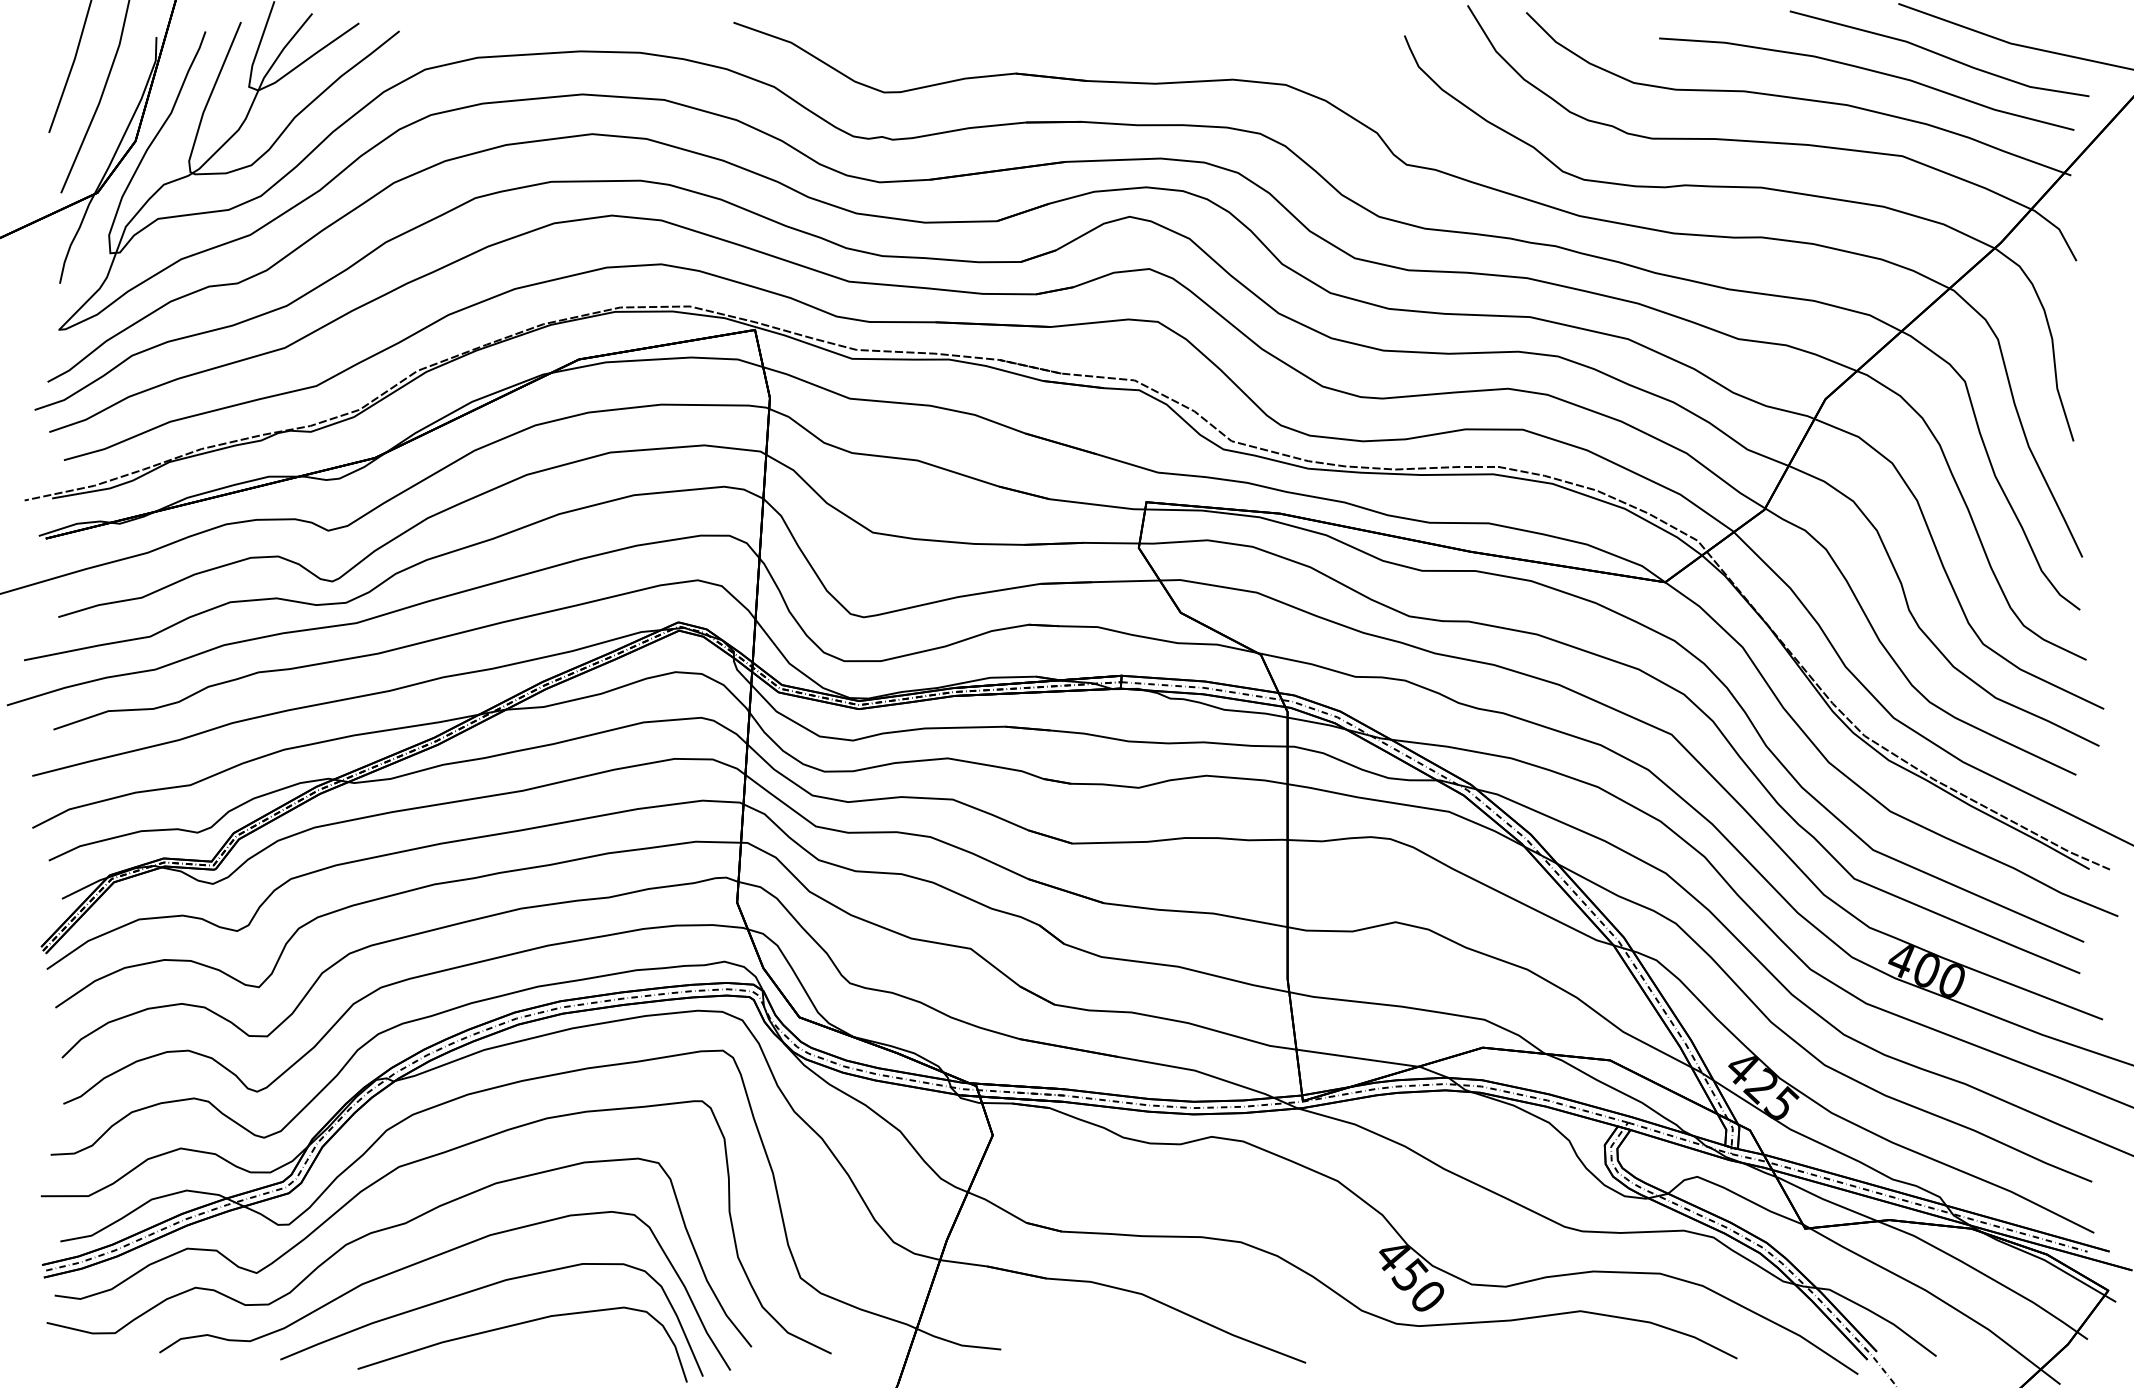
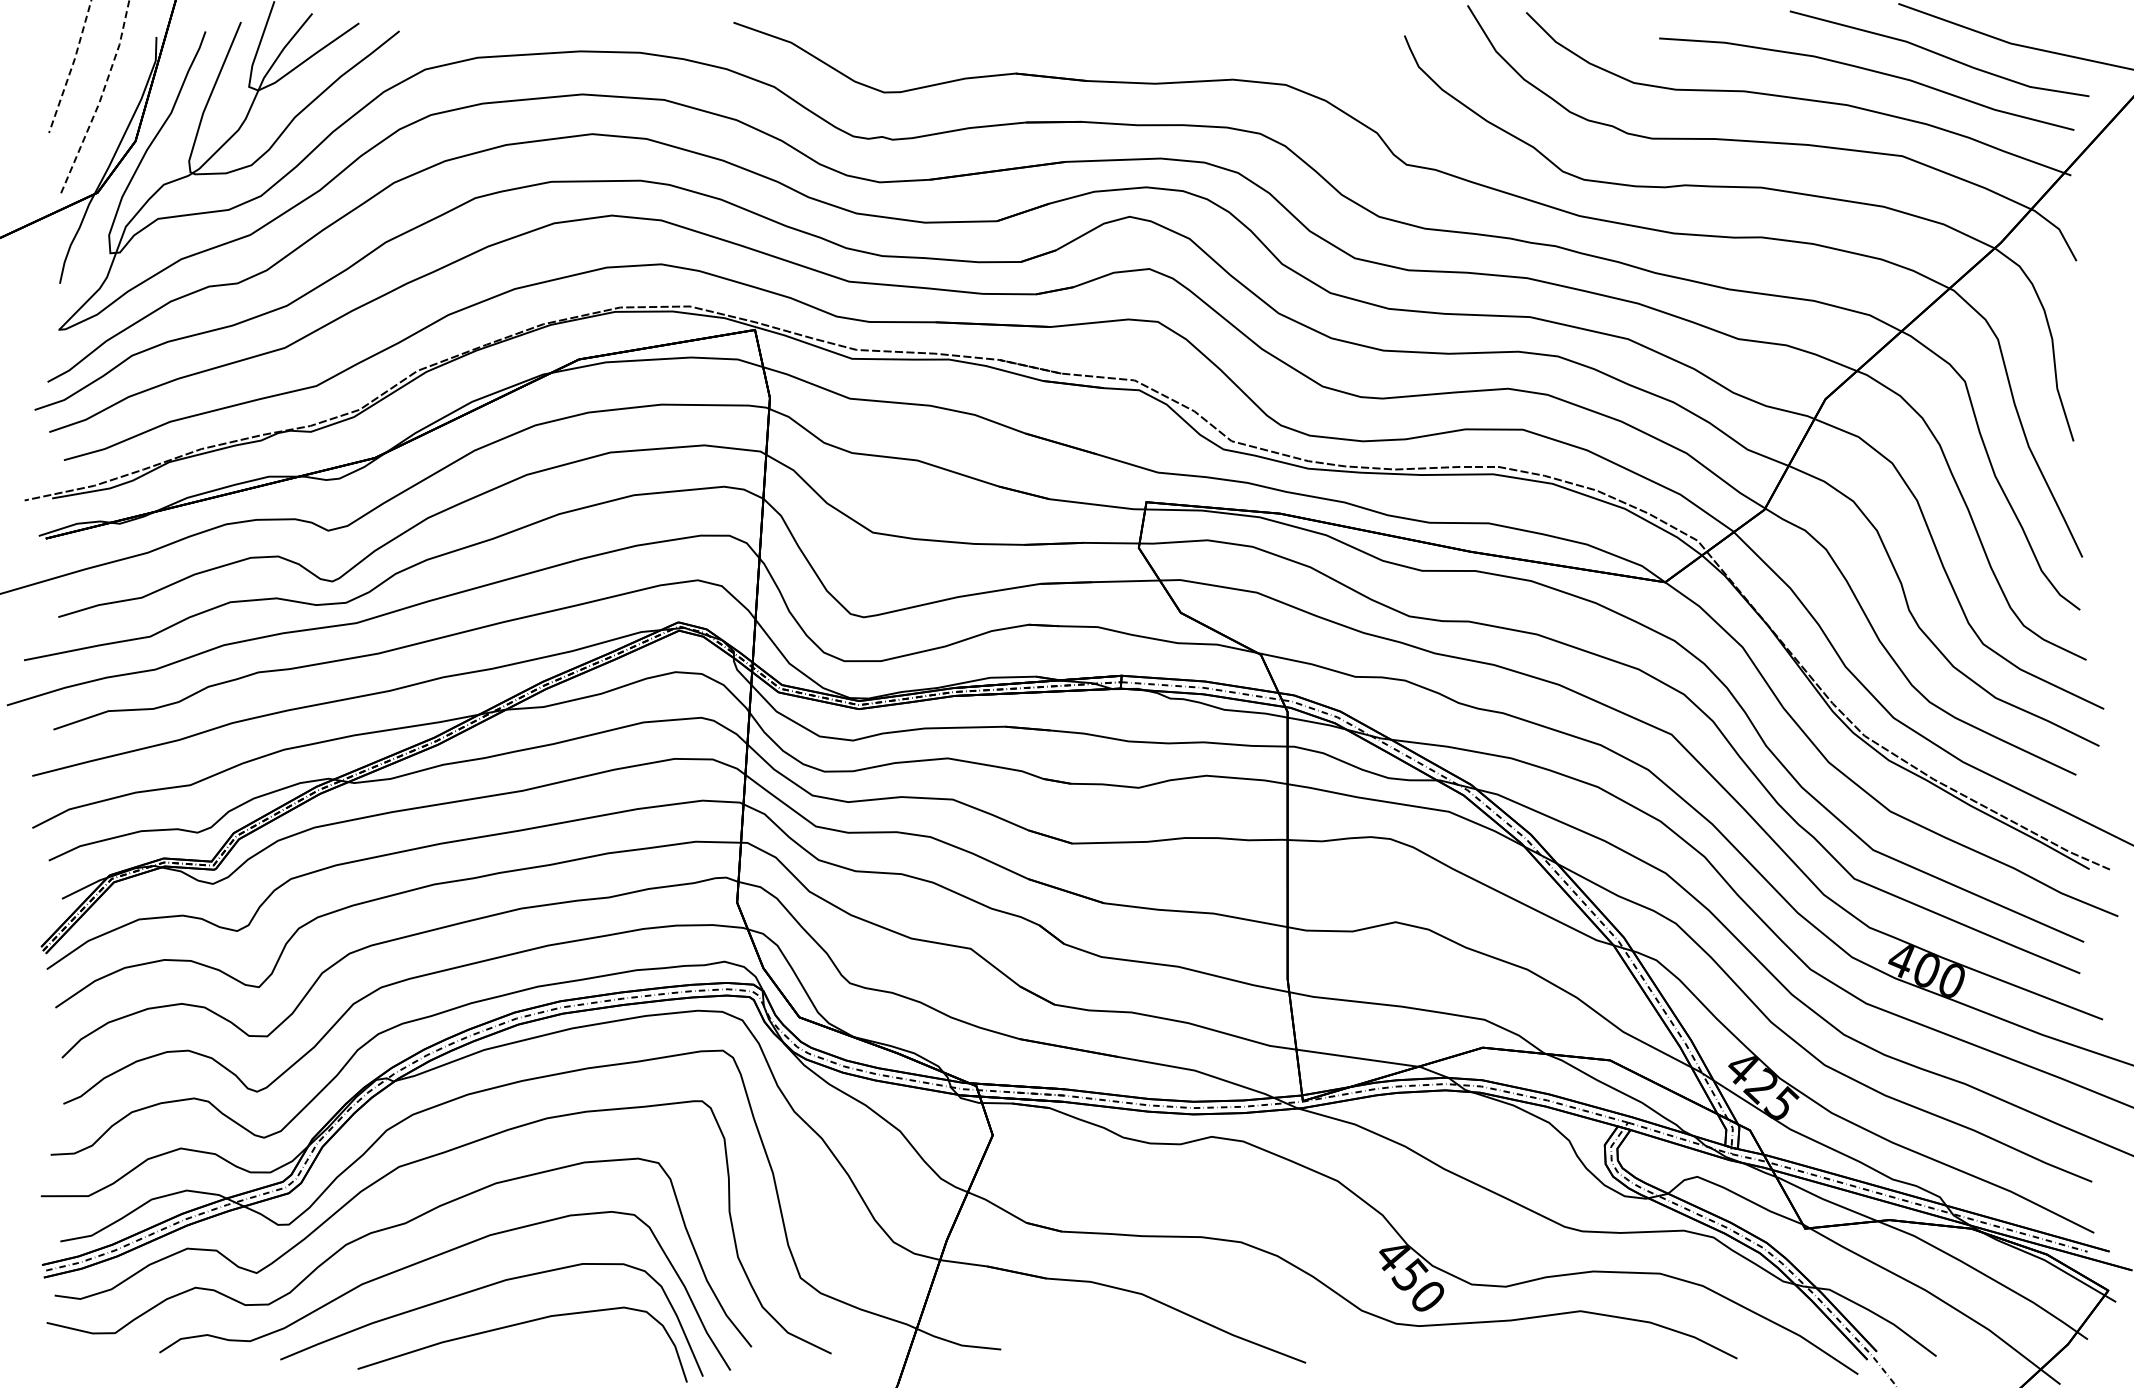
line at (72, 67): solid -> dashed
line at (100, 98): solid -> dashed
